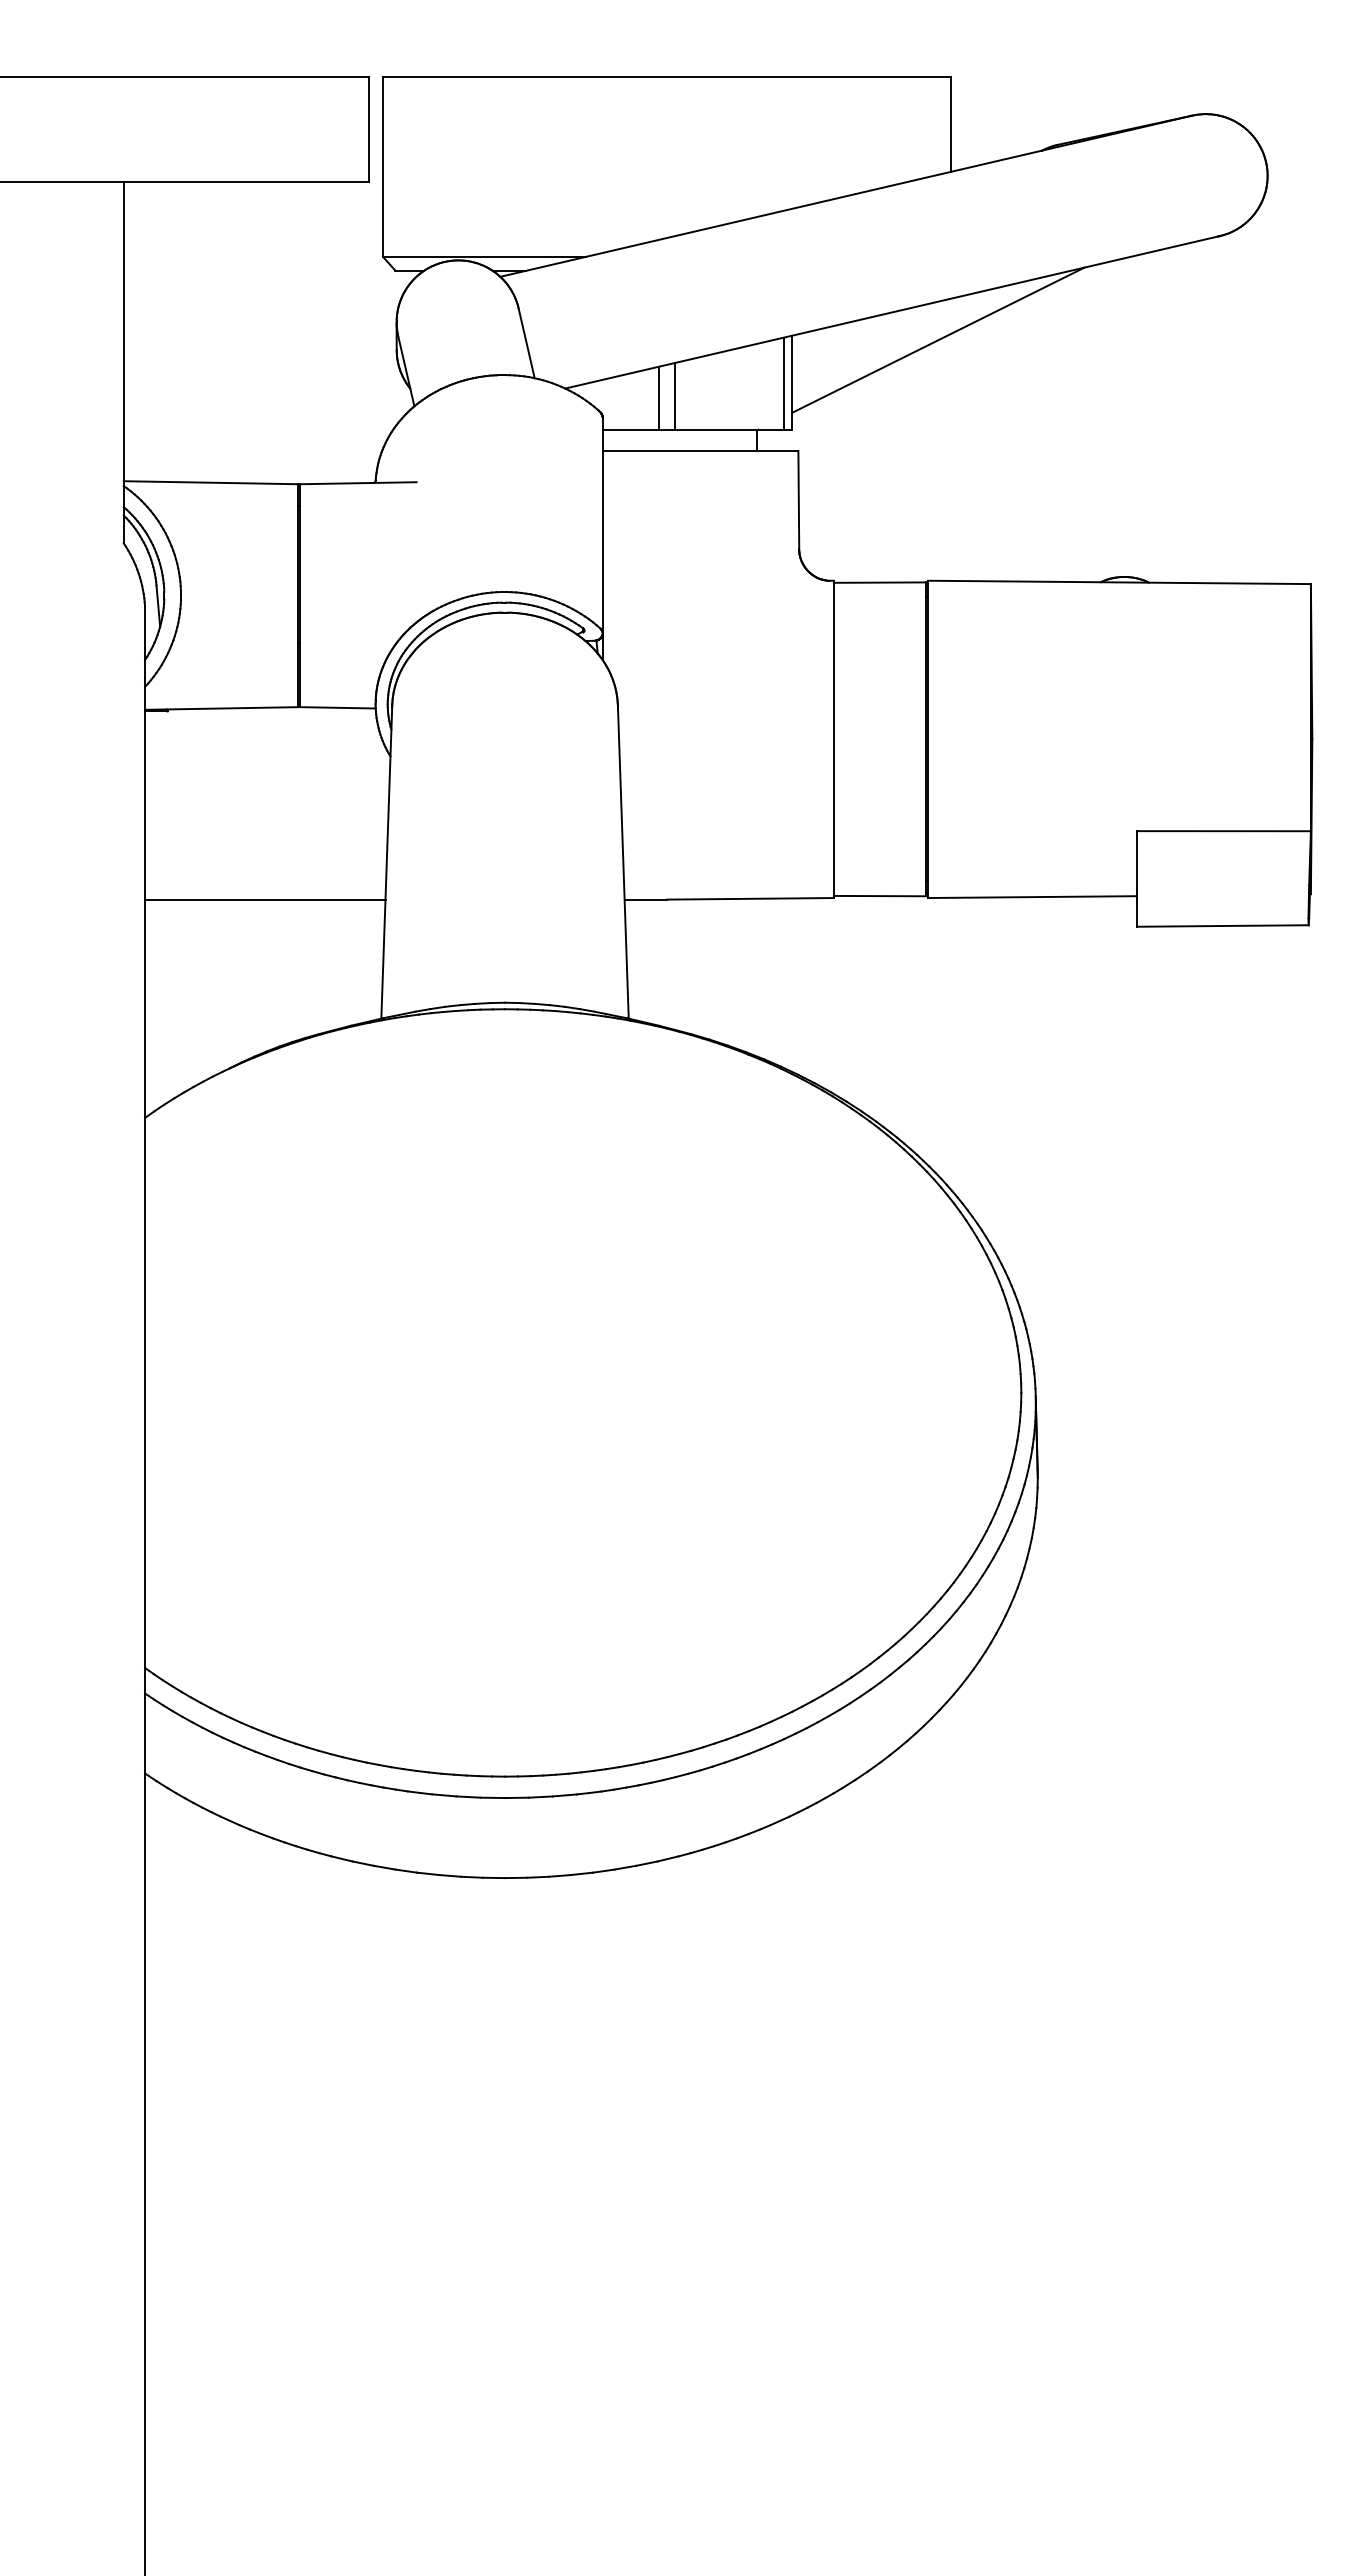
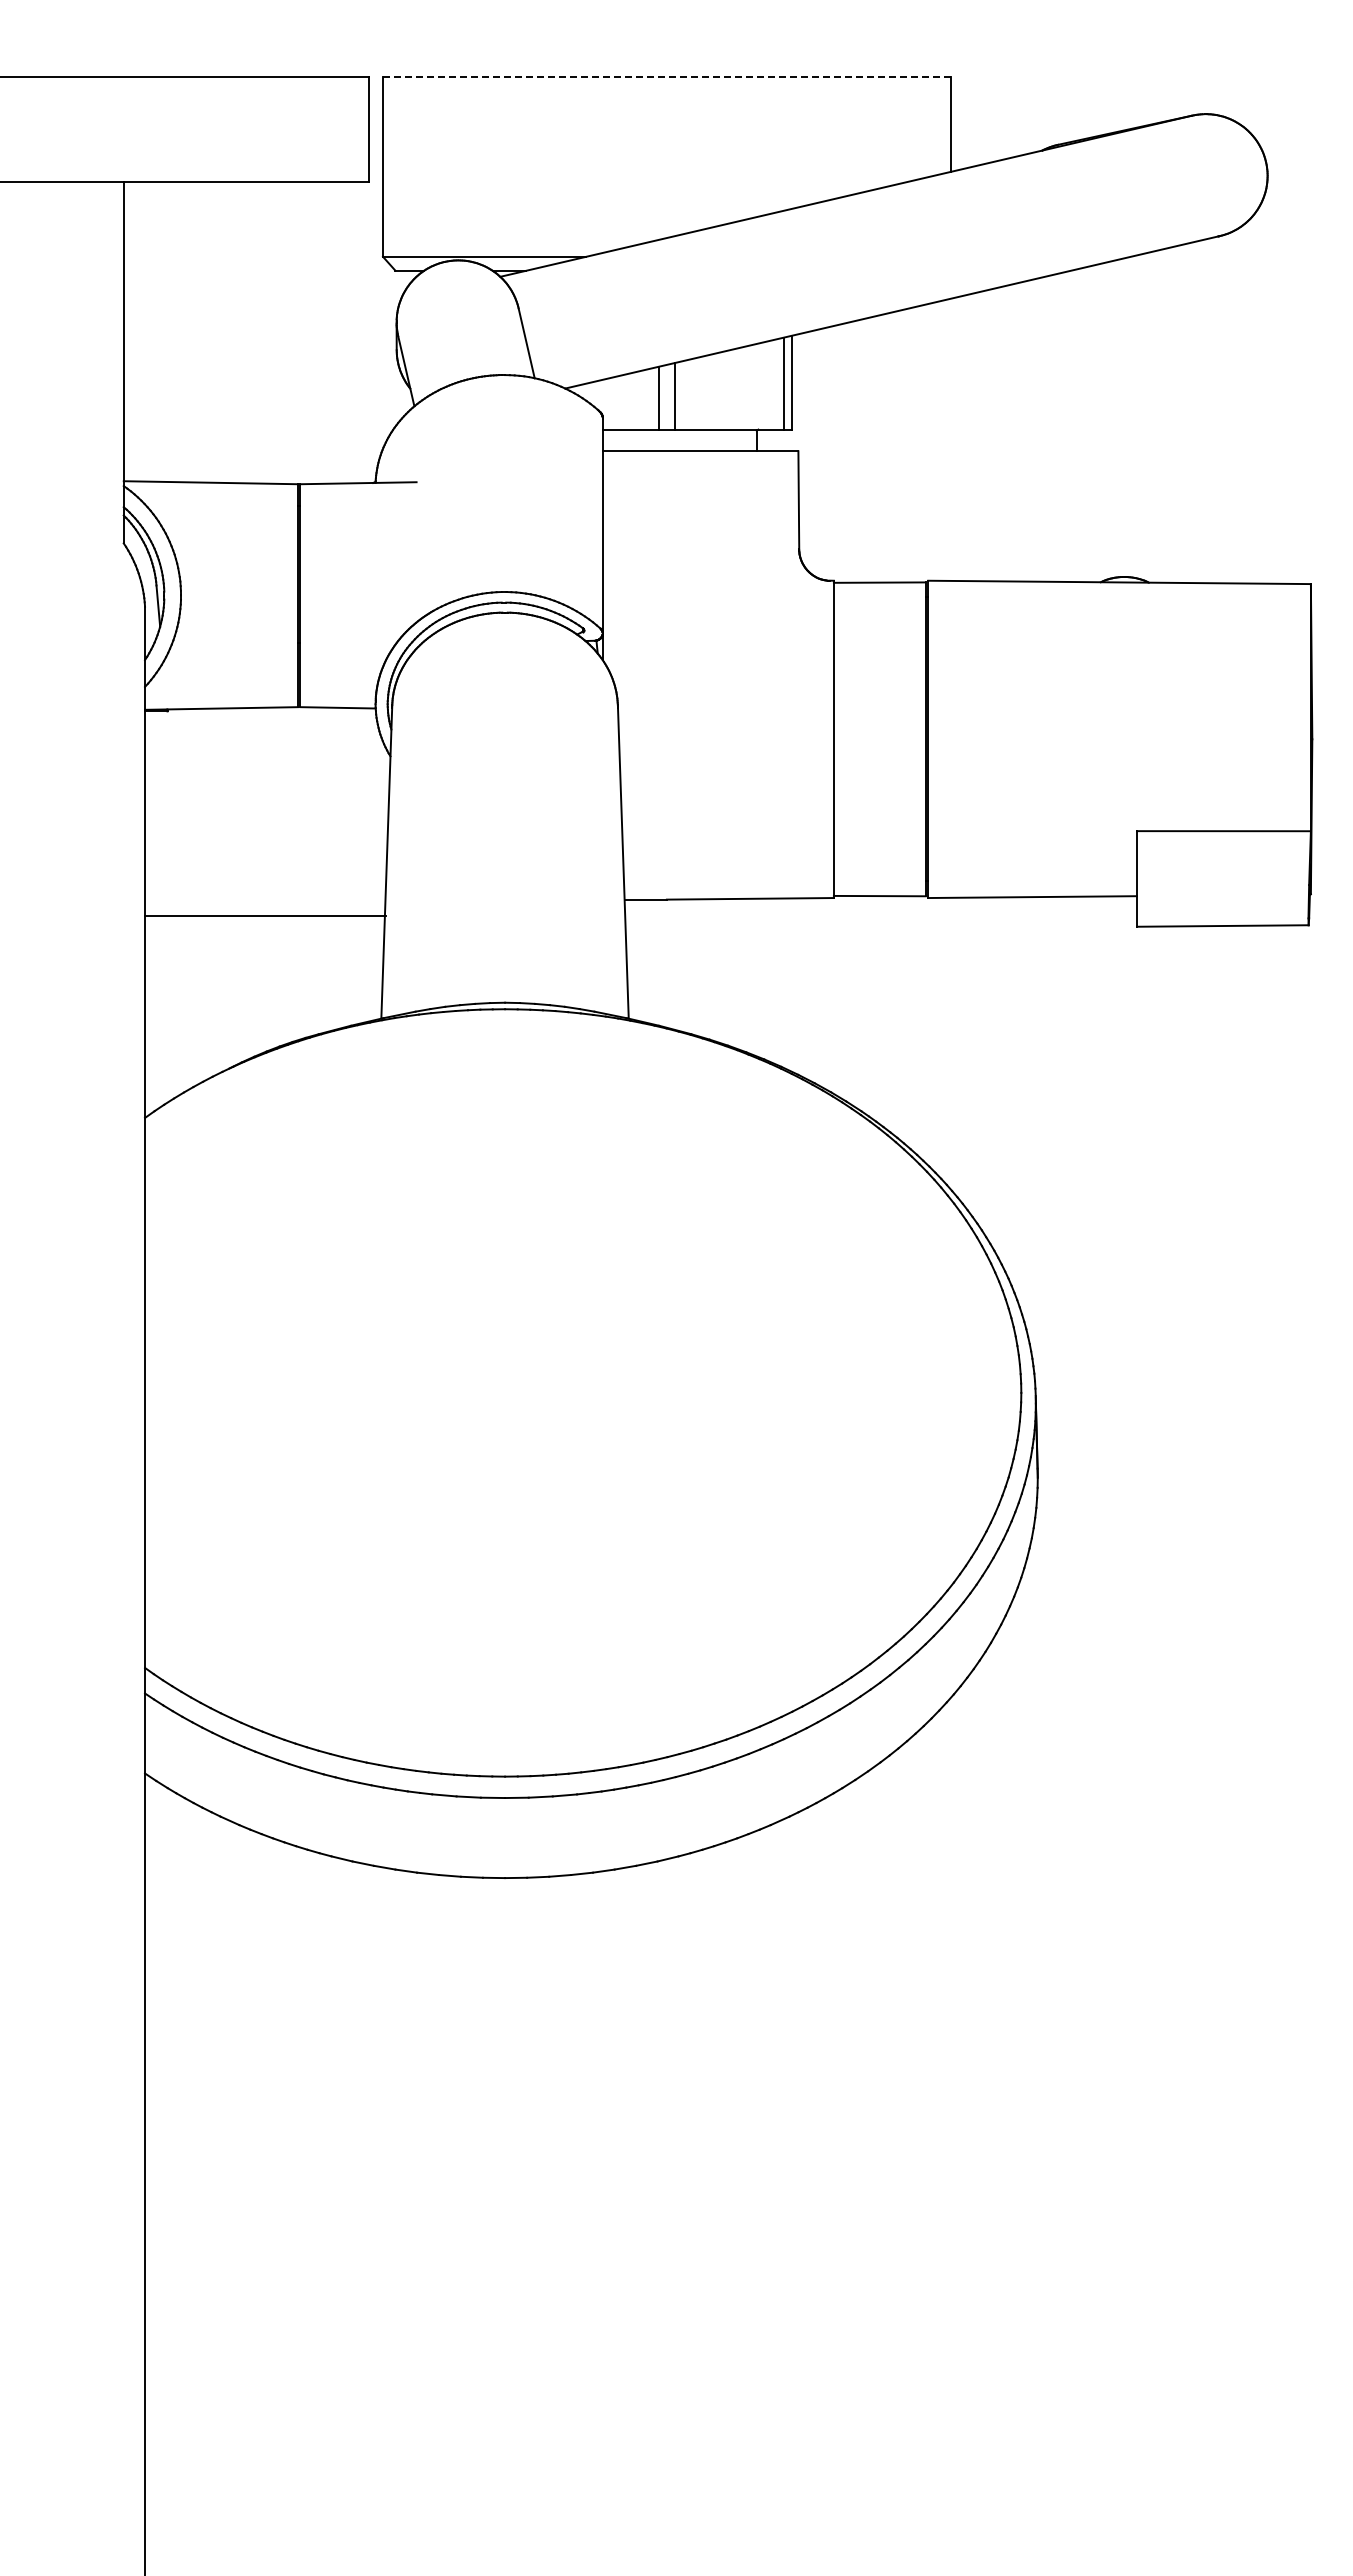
line at (666, 77): solid -> dashed
line at (938, 339): present -> none
line at (265, 899) position: (265, 899) -> (265, 915)
